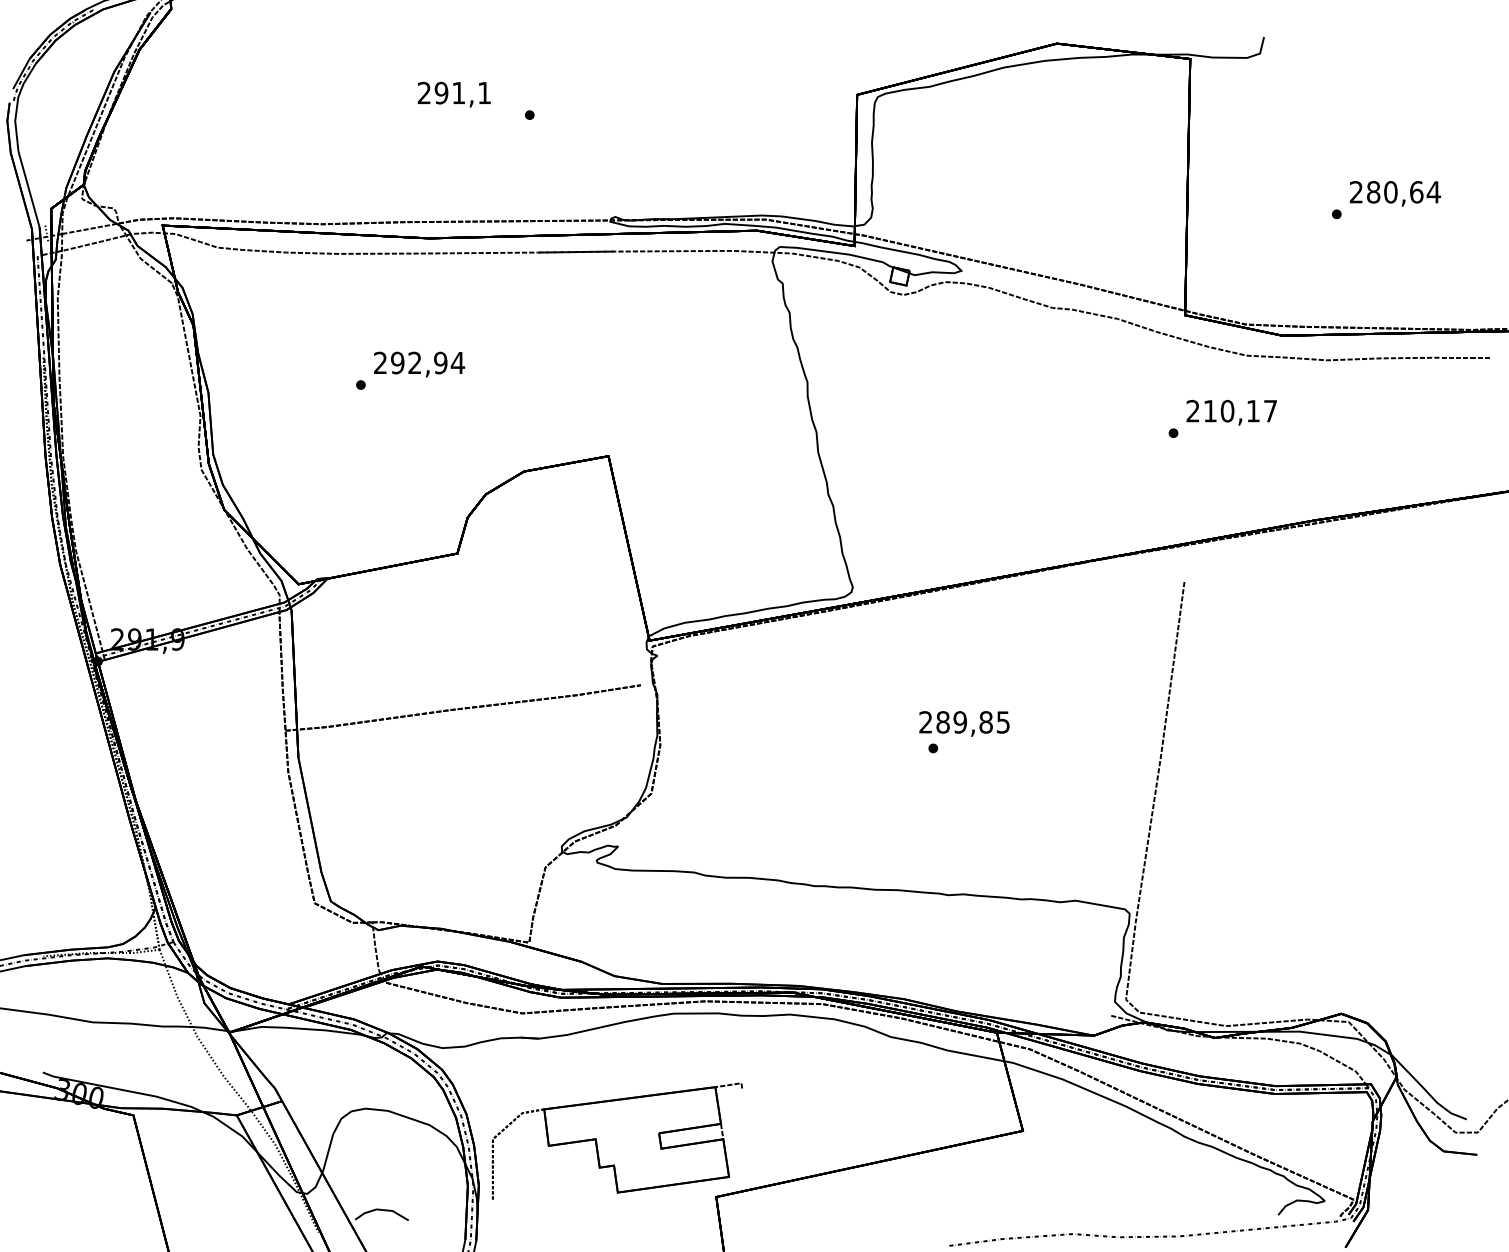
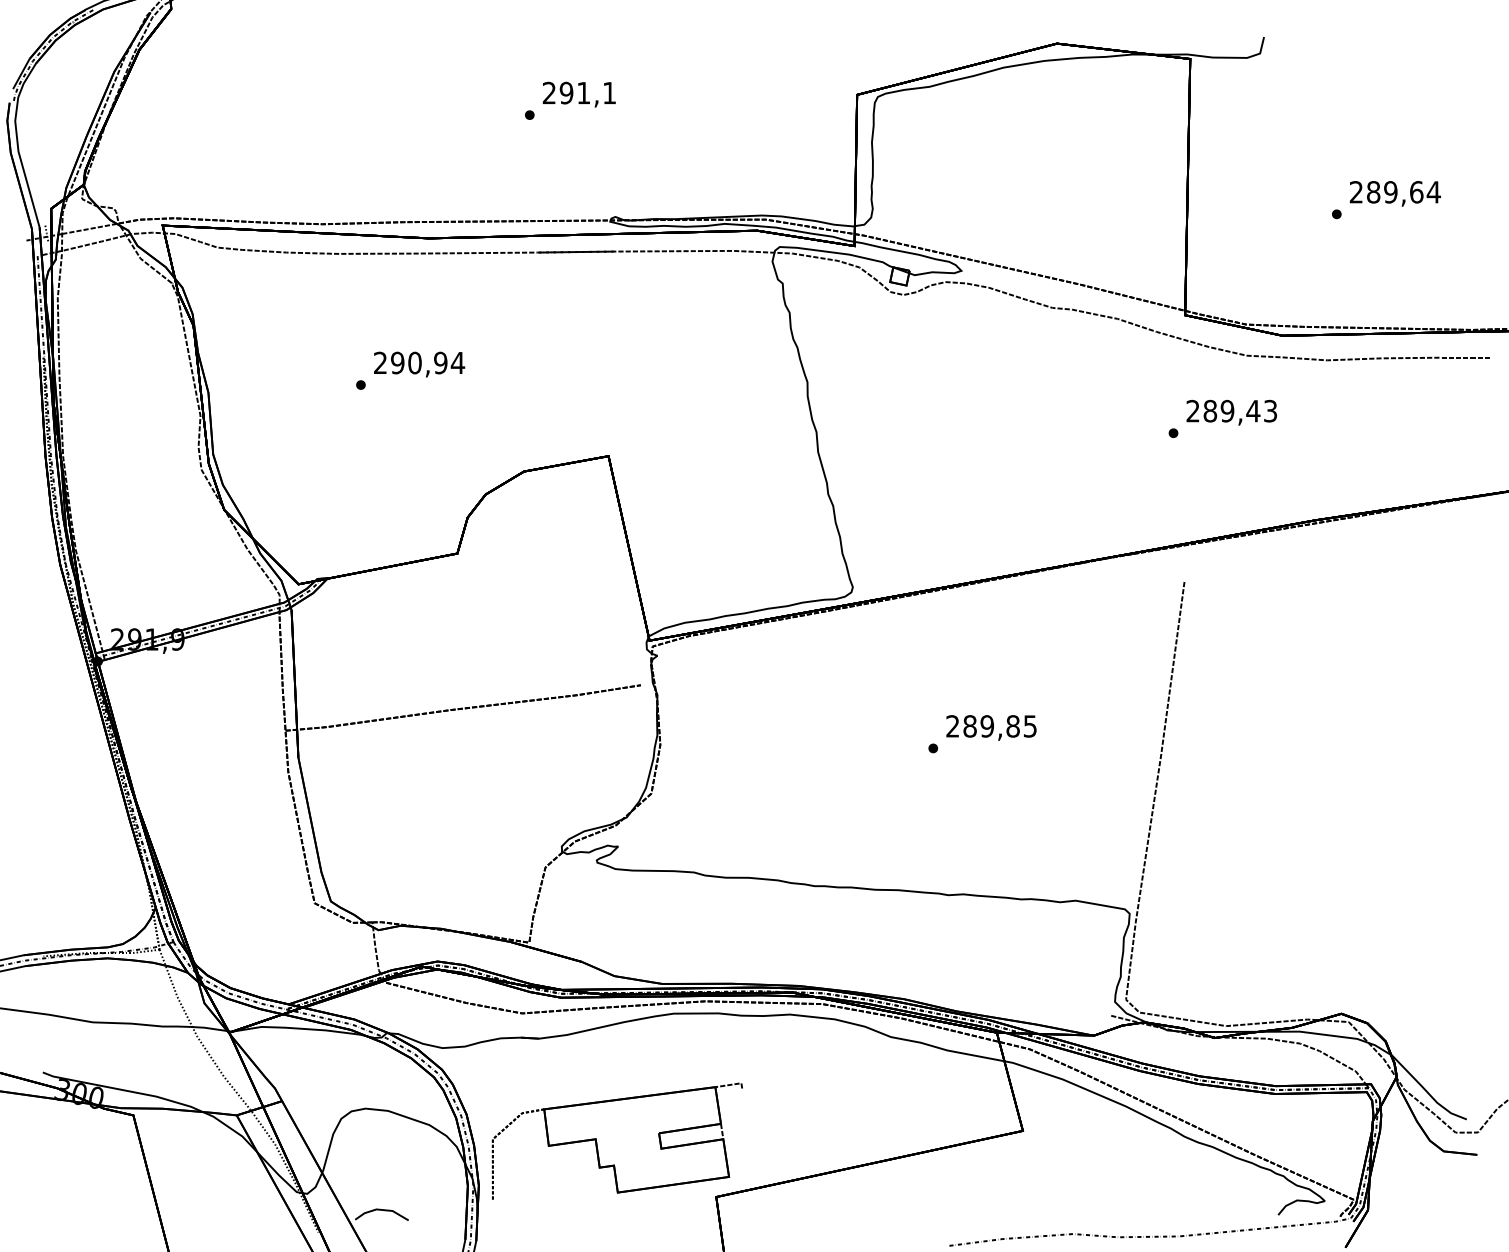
text at (453, 94) position: (453, 94) -> (578, 94)
text at (1390, 192): 280,64 -> 289,64
text at (414, 362): 292,94 -> 290,94
text at (1239, 410): 210,17 -> 289,43
text at (964, 723) position: (964, 723) -> (991, 727)
